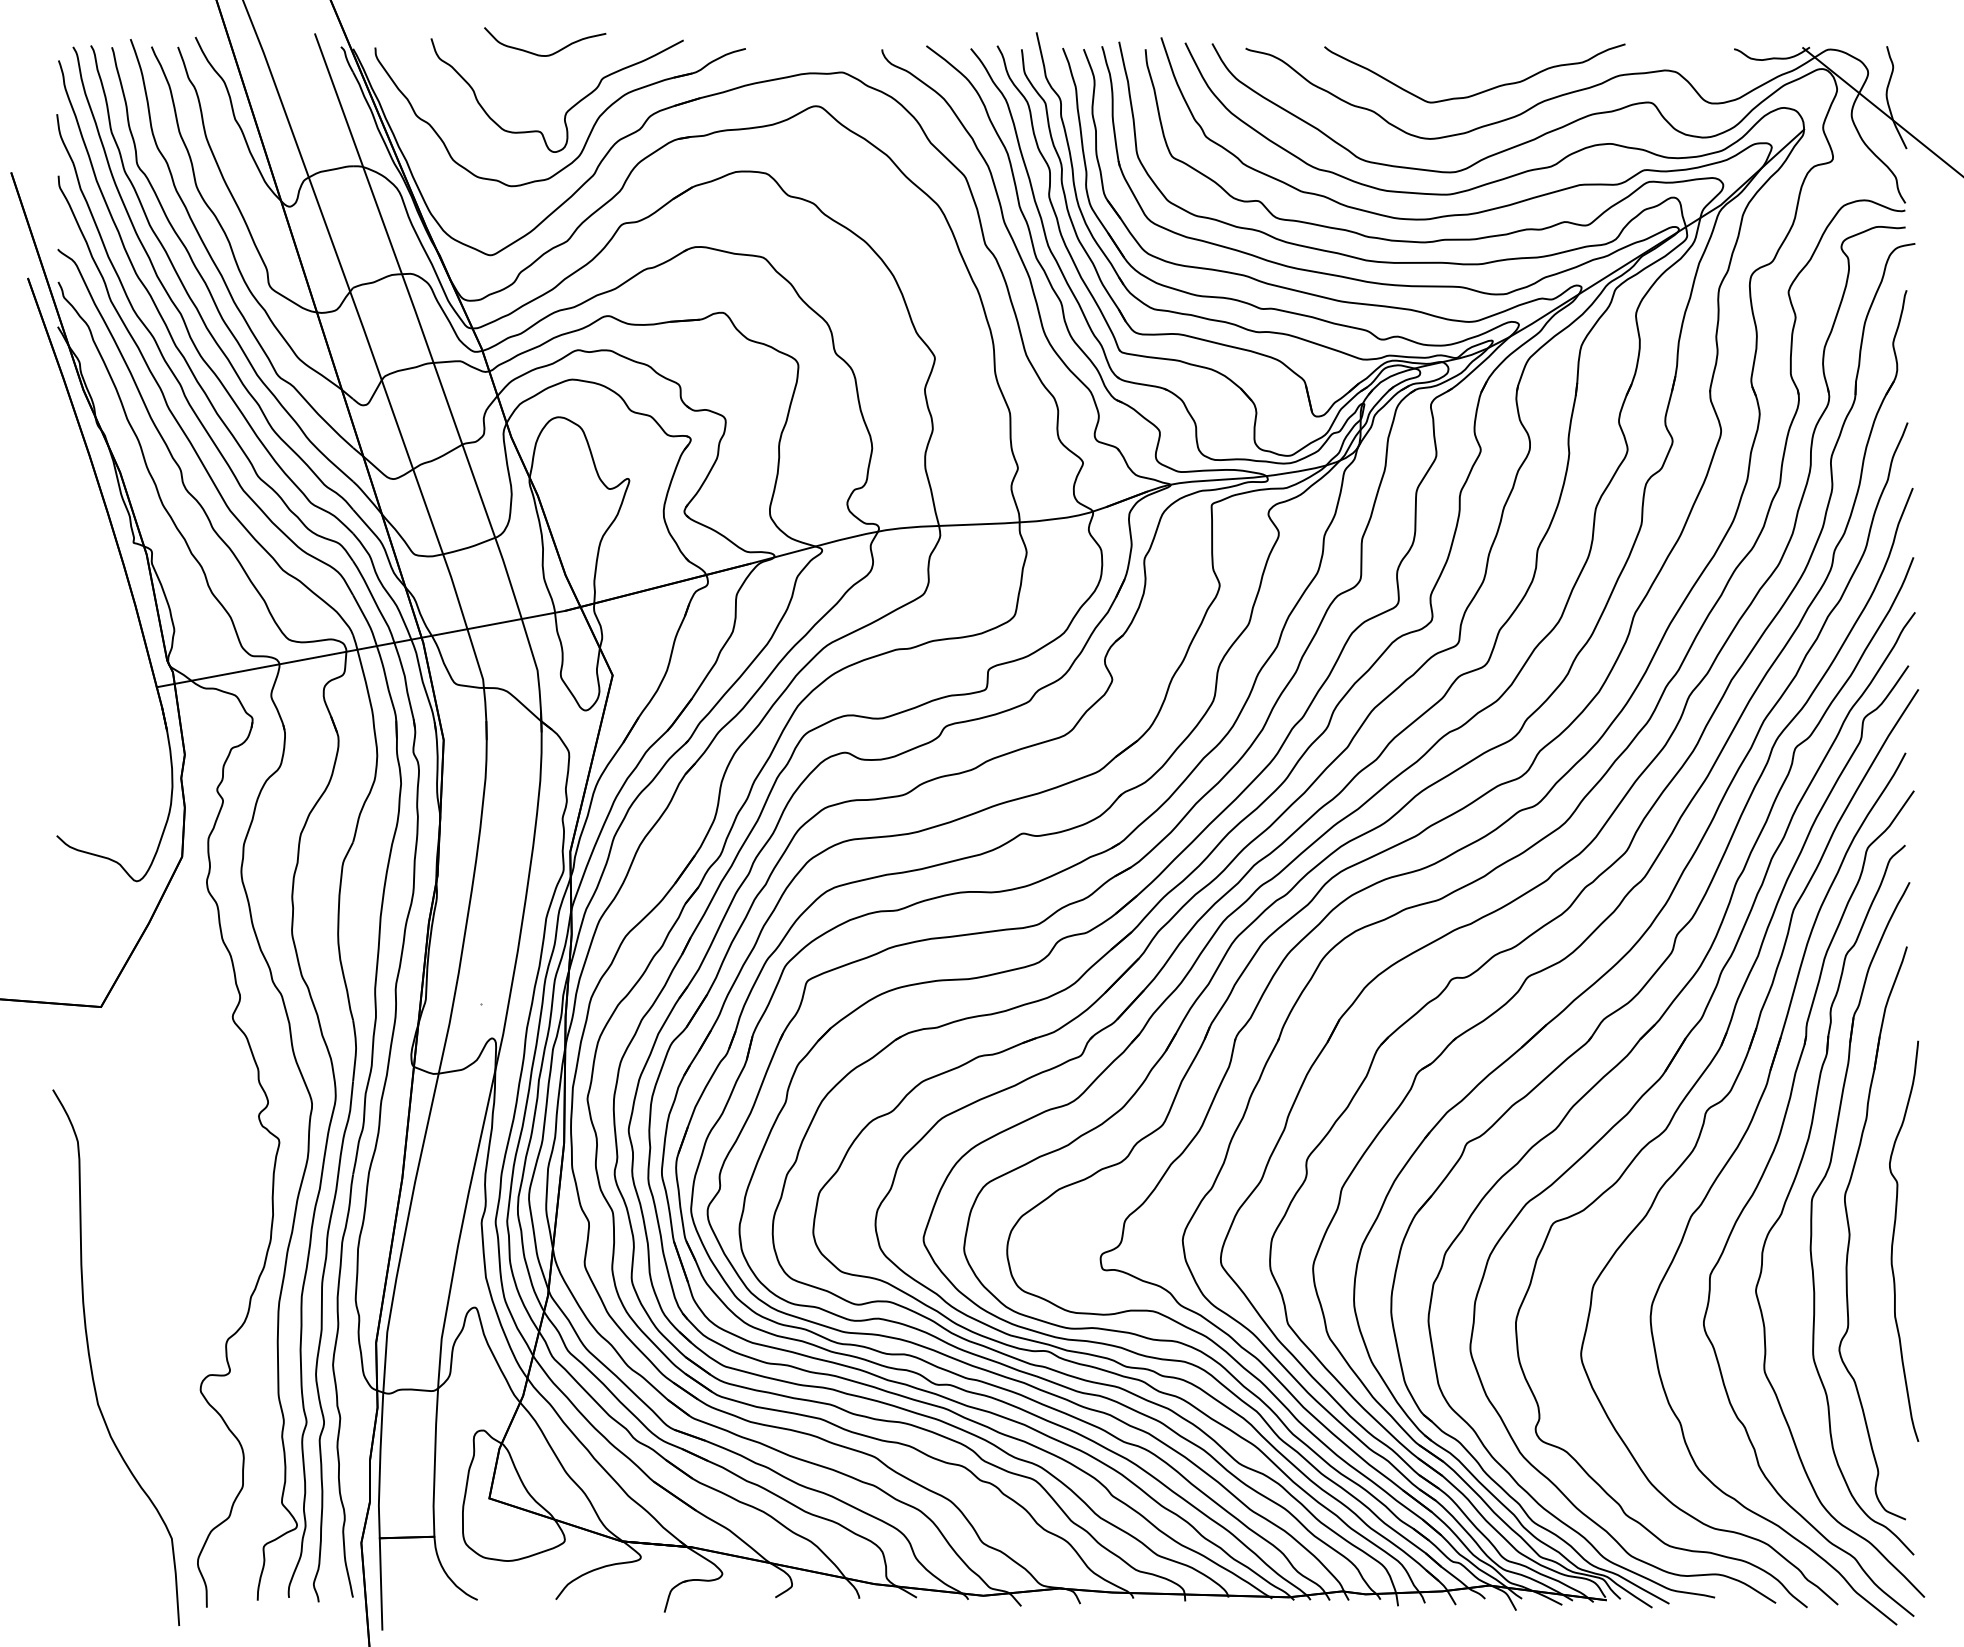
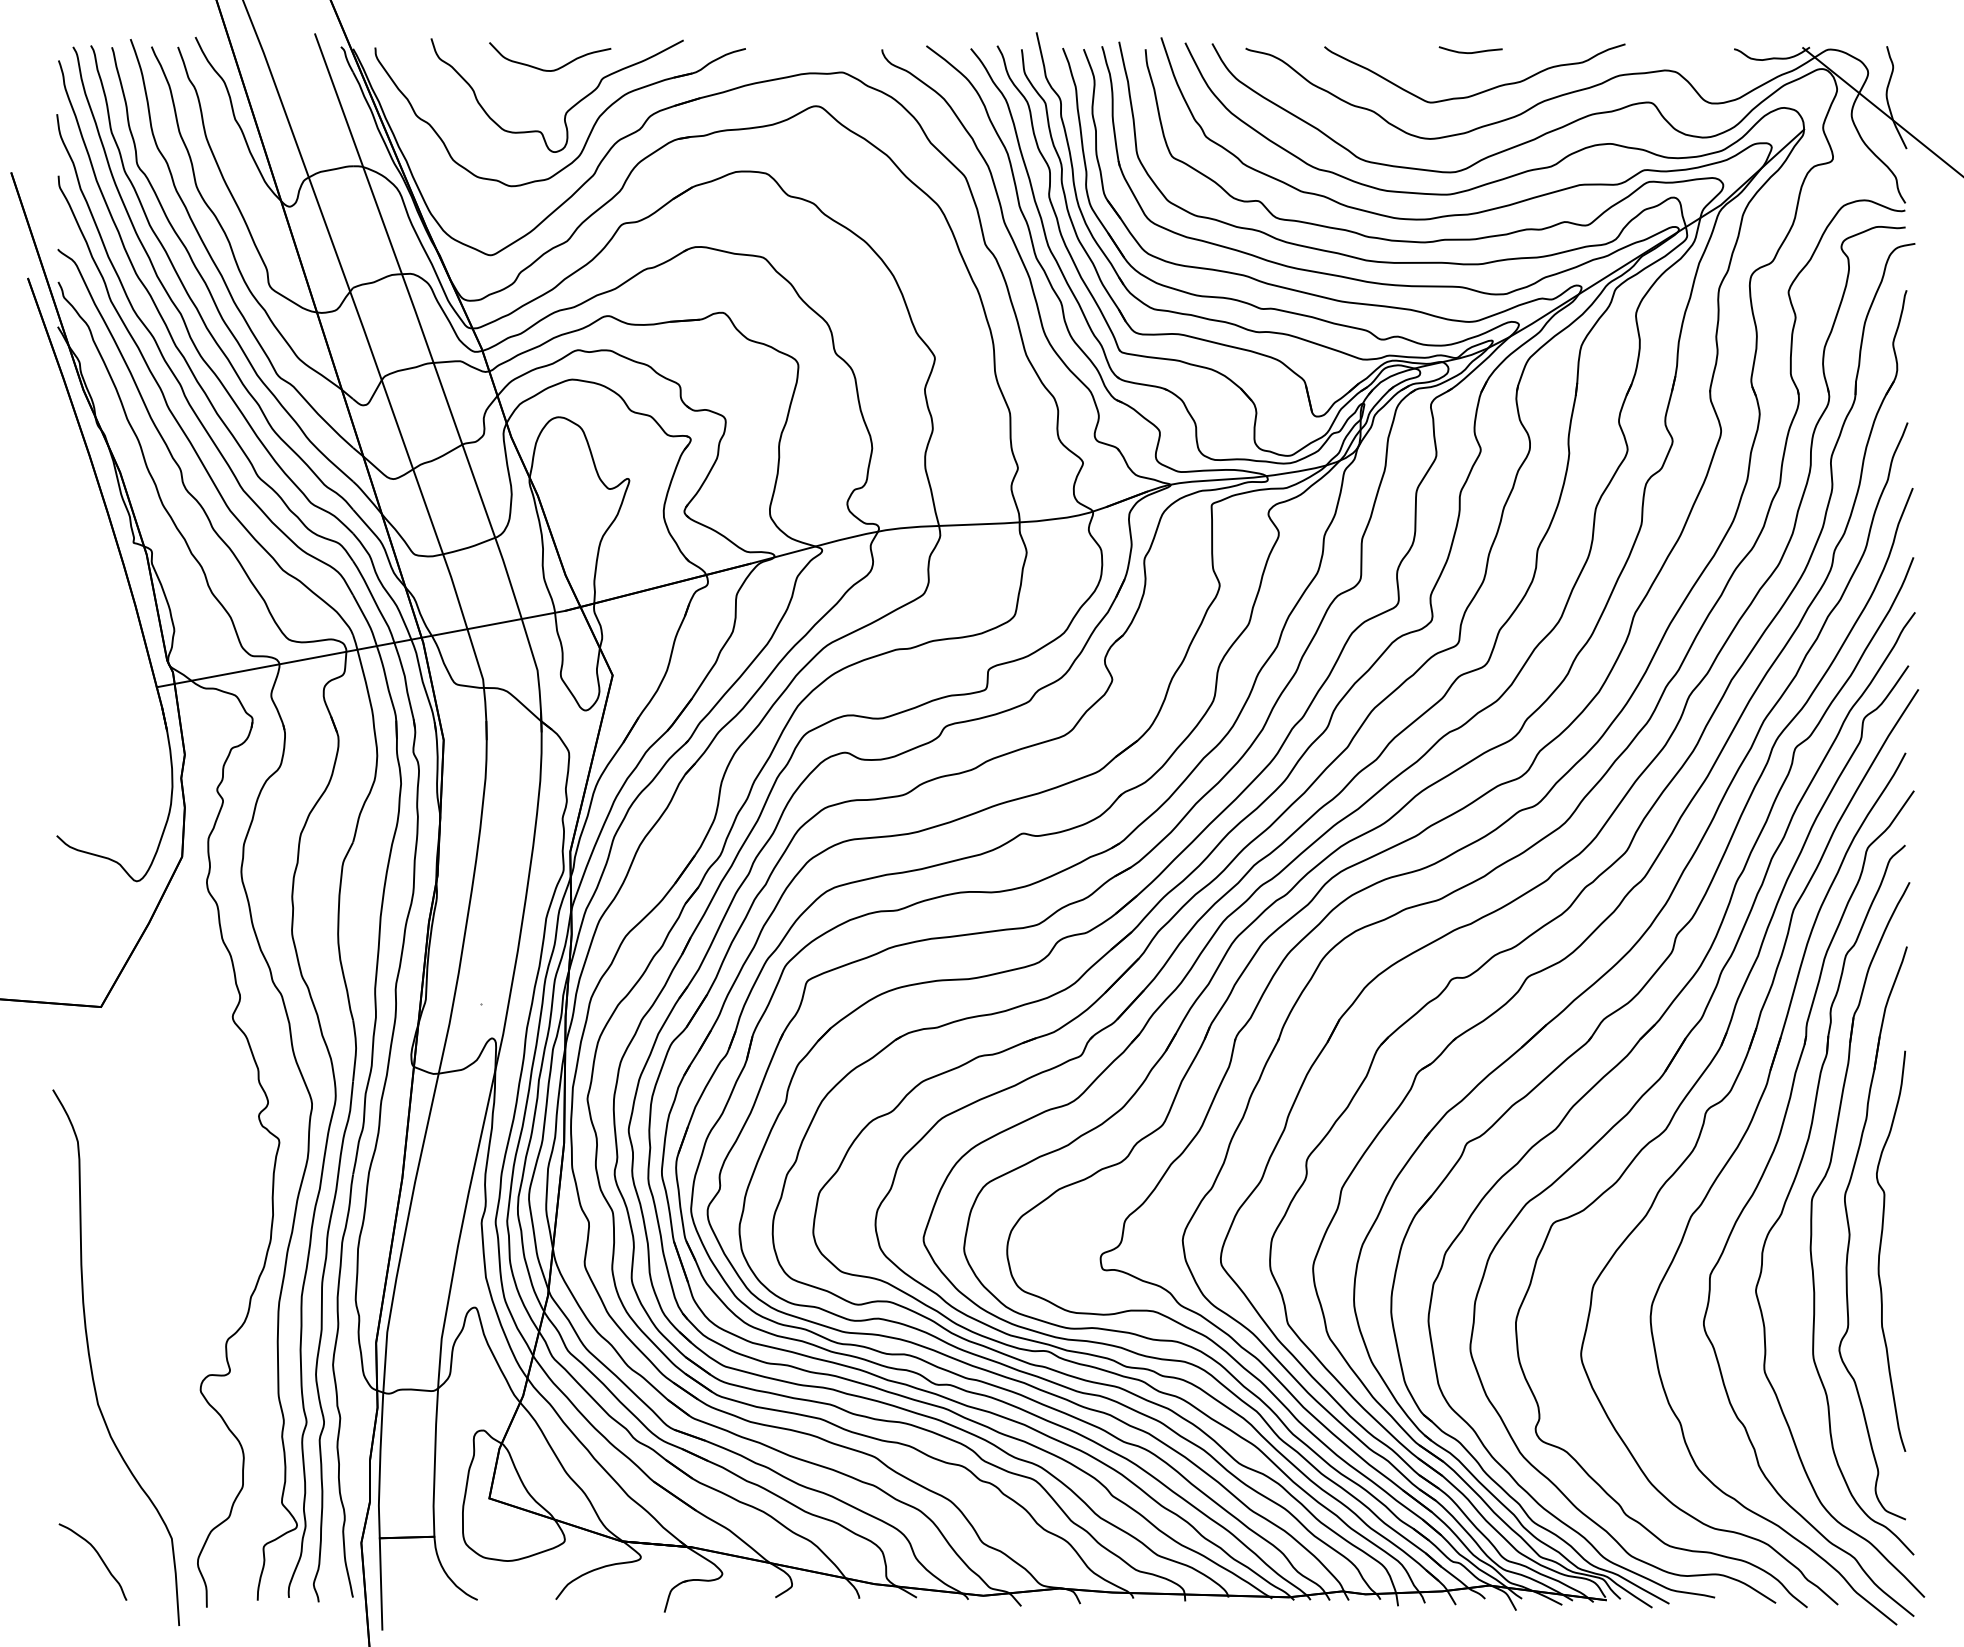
curve at (1470, 52): none -> present
curve at (547, 54) position: (547, 54) -> (552, 69)
curve at (1894, 1236) position: (1894, 1236) -> (1881, 1246)
curve at (98, 1556): none -> present
